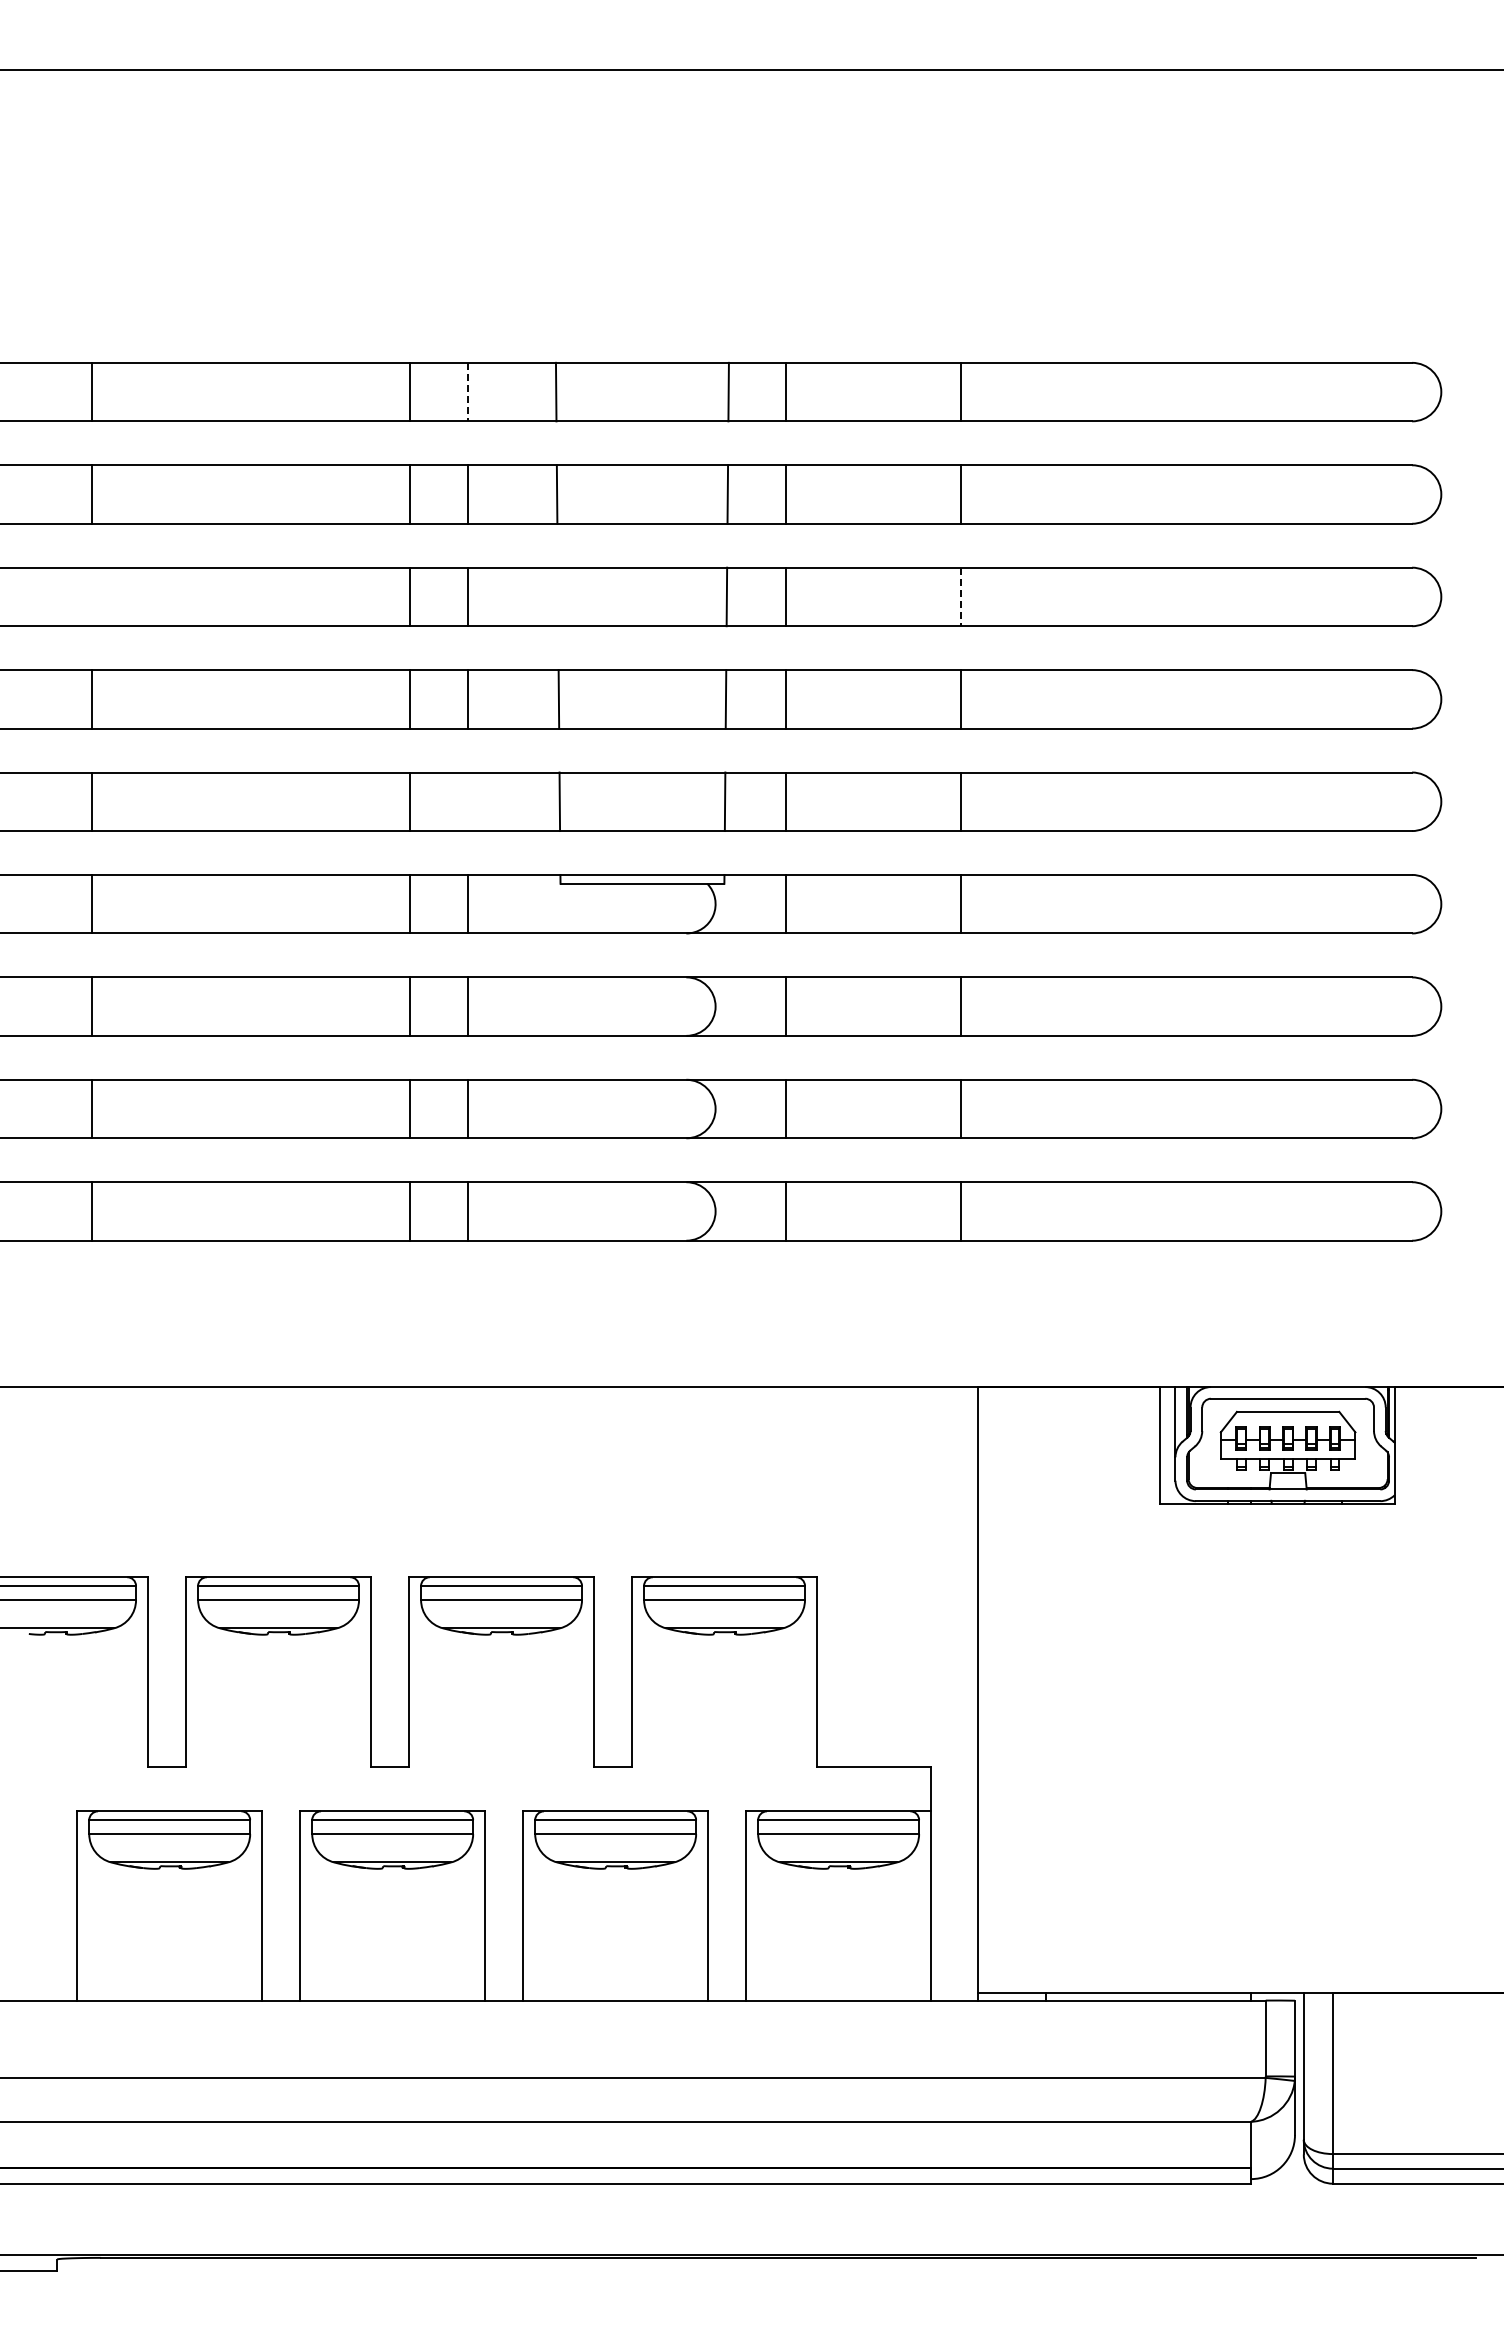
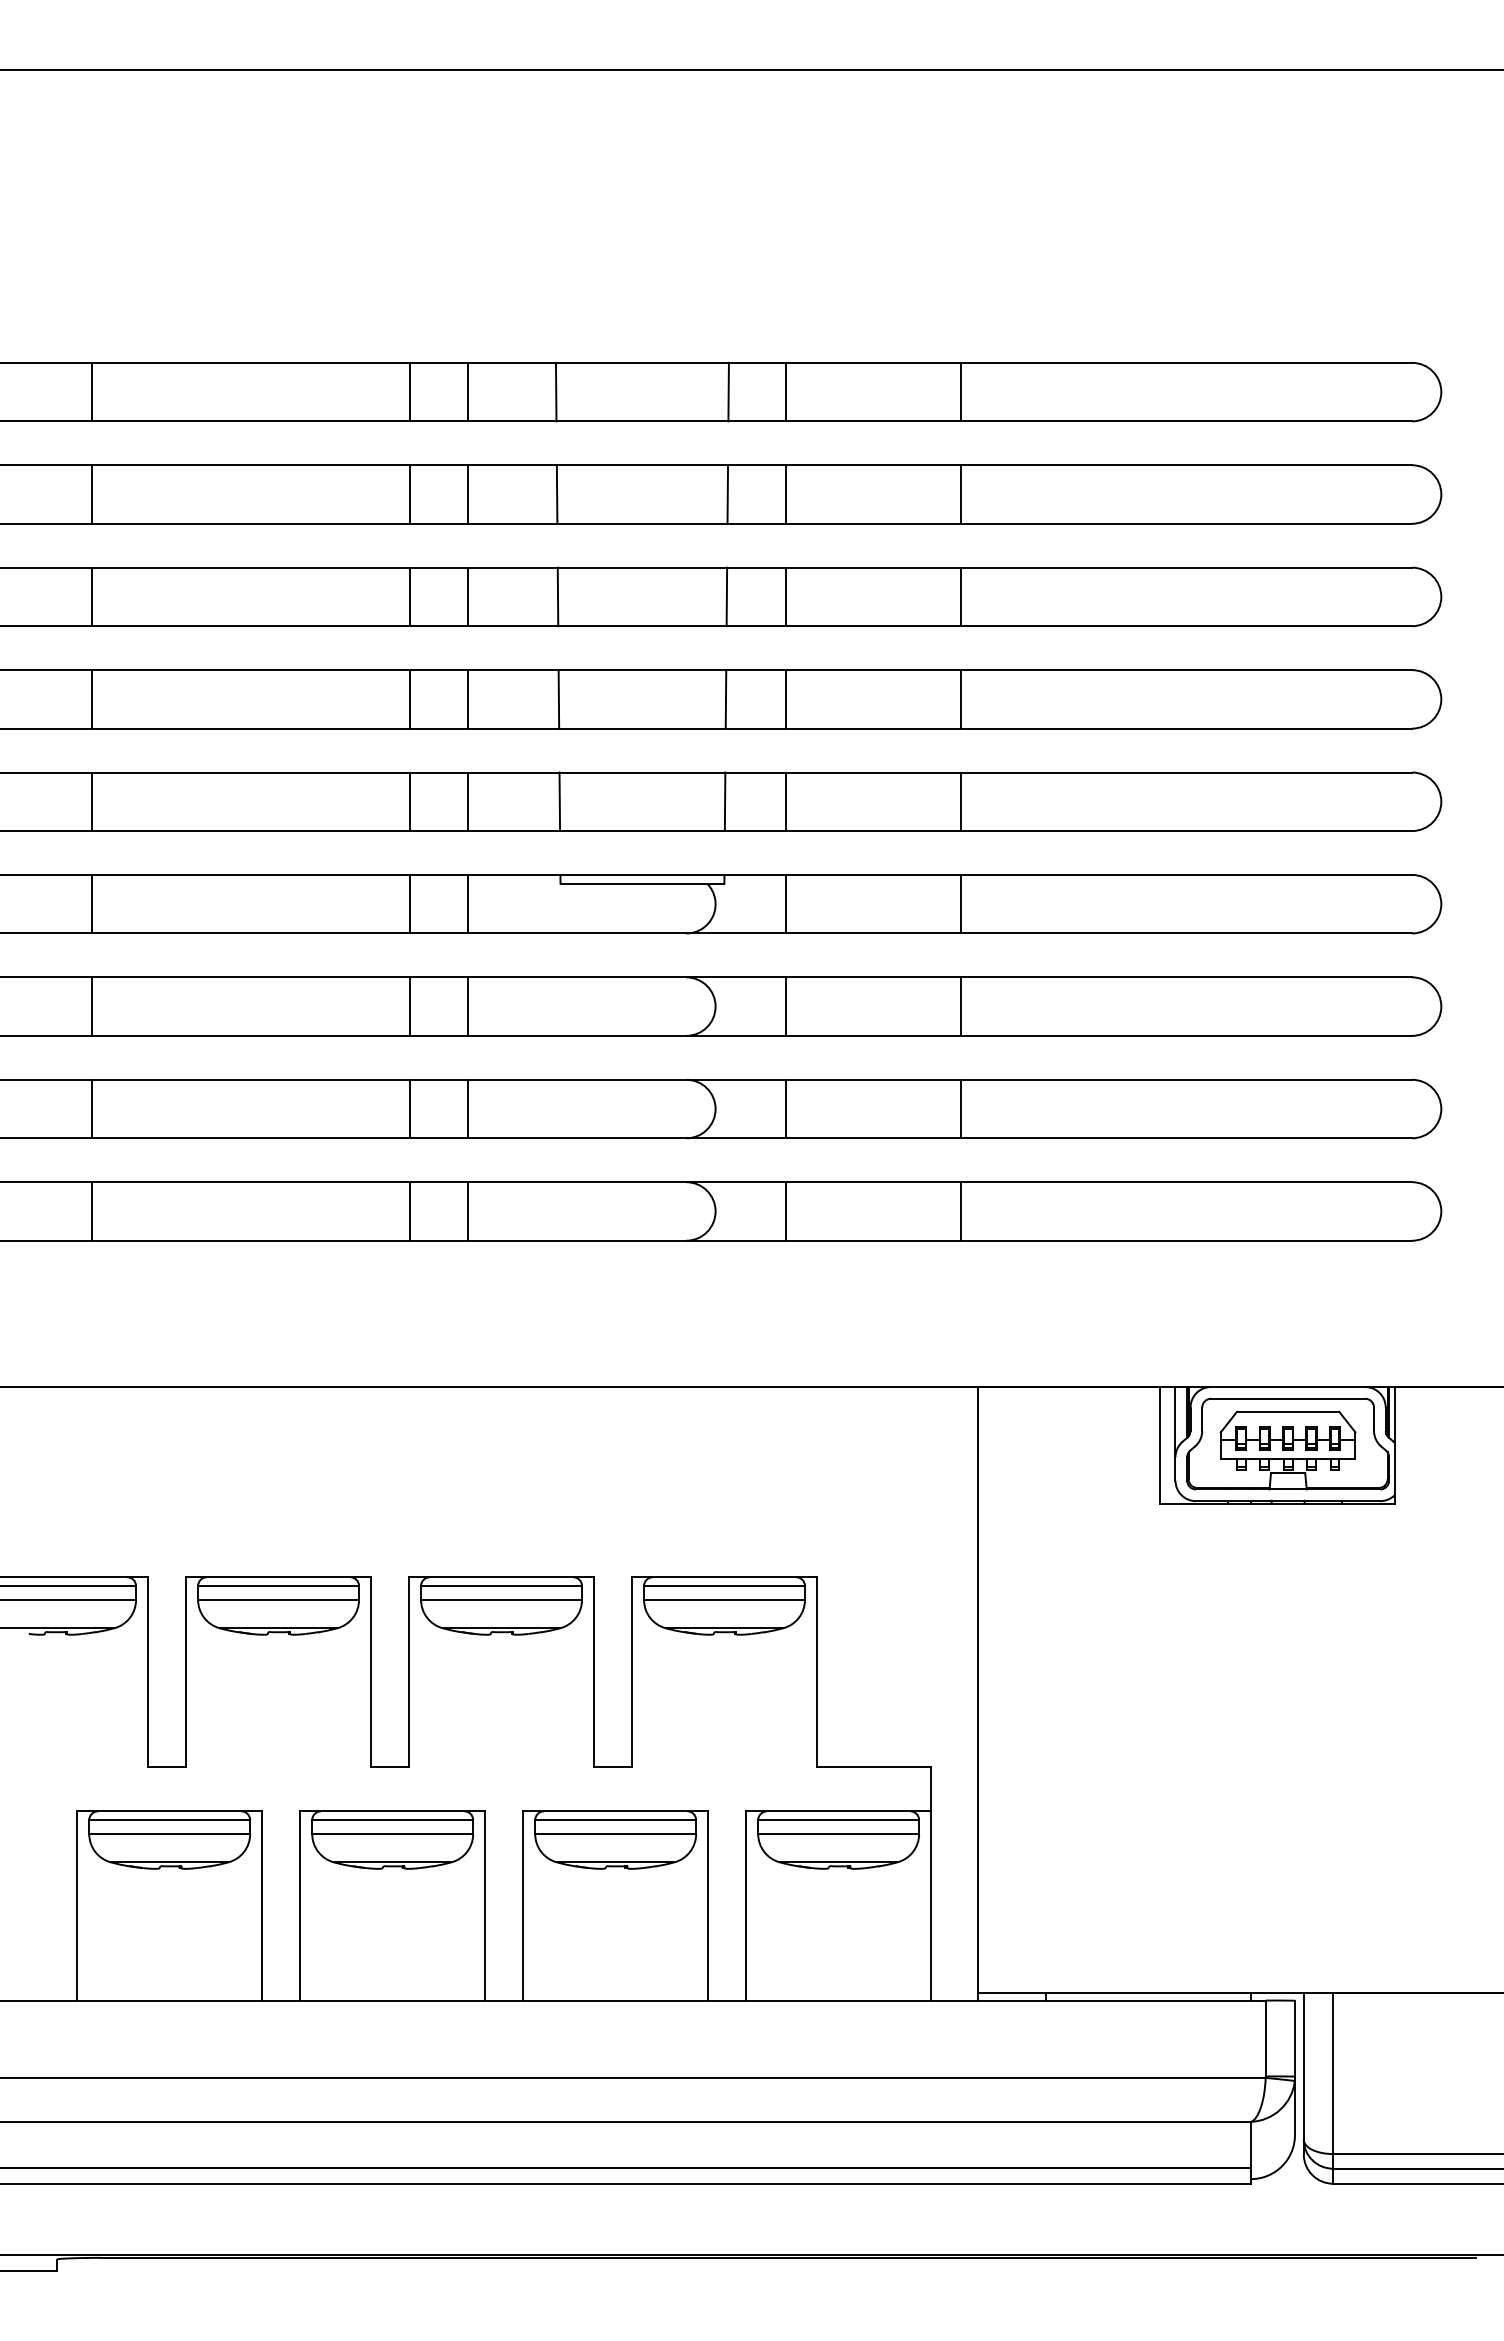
line at (468, 392): dashed -> solid
line at (92, 596): none -> present
line at (557, 596): none -> present
line at (961, 597): dashed -> solid
line at (468, 801): none -> present
